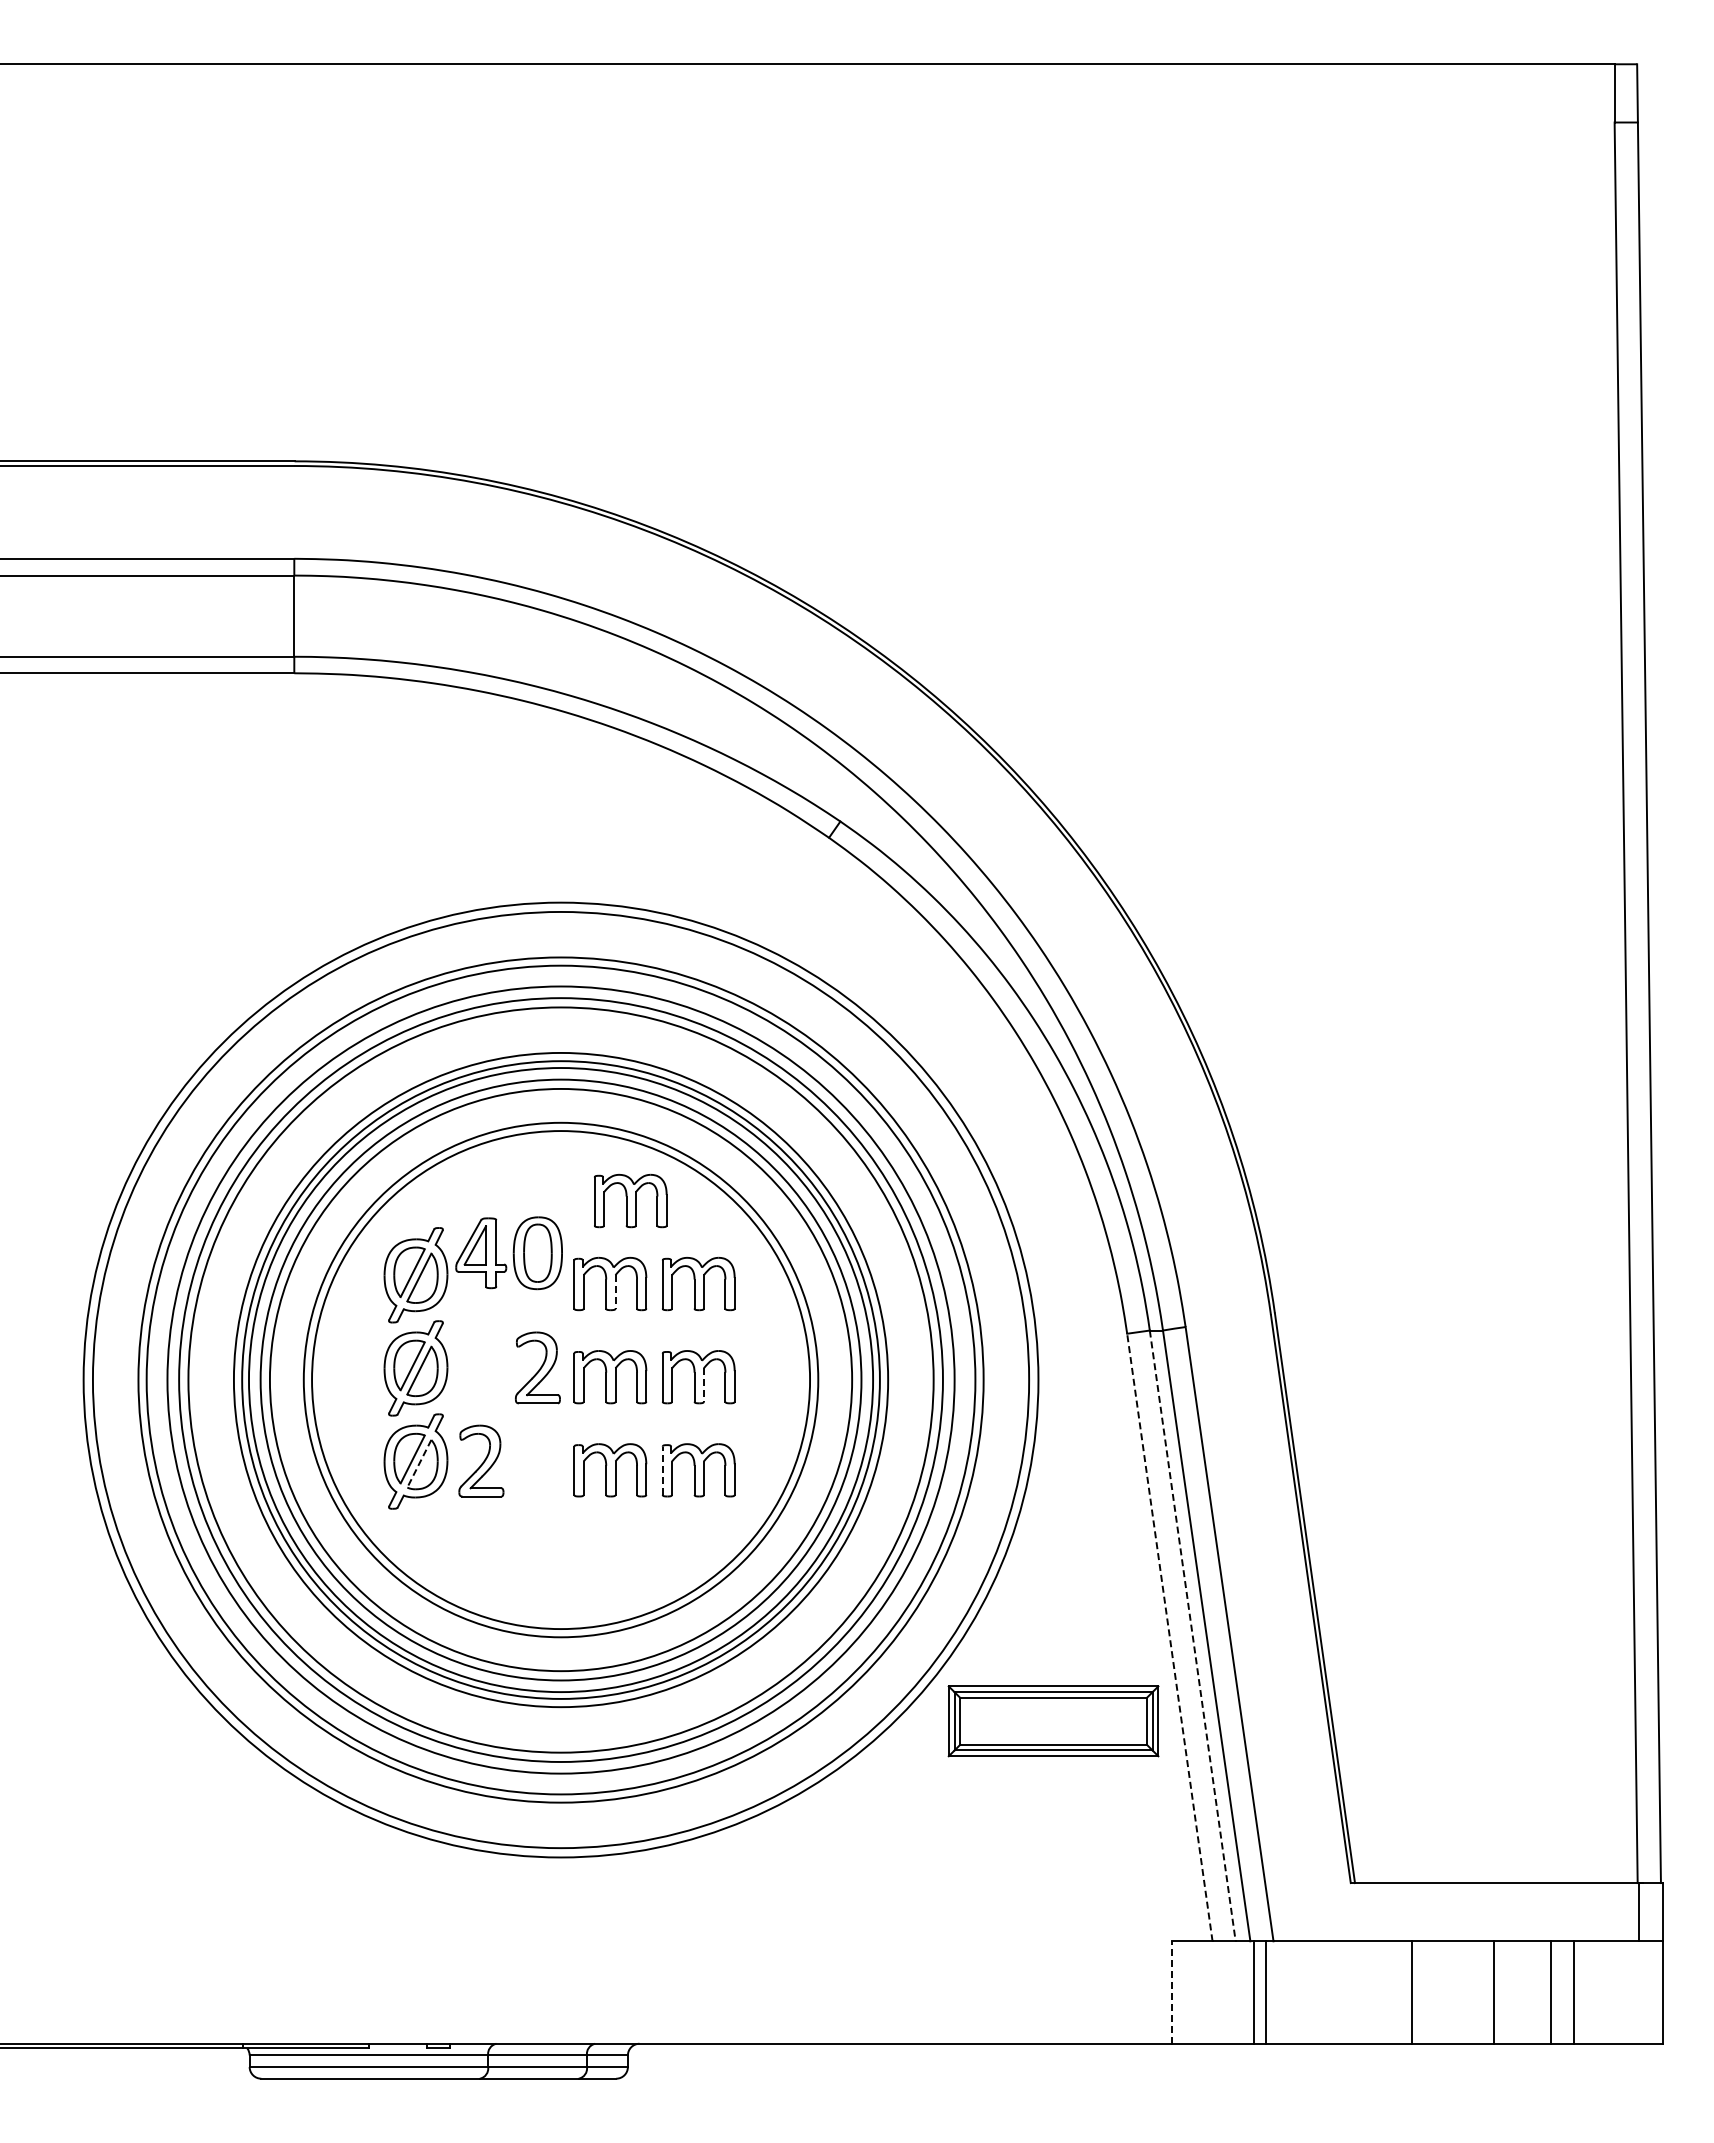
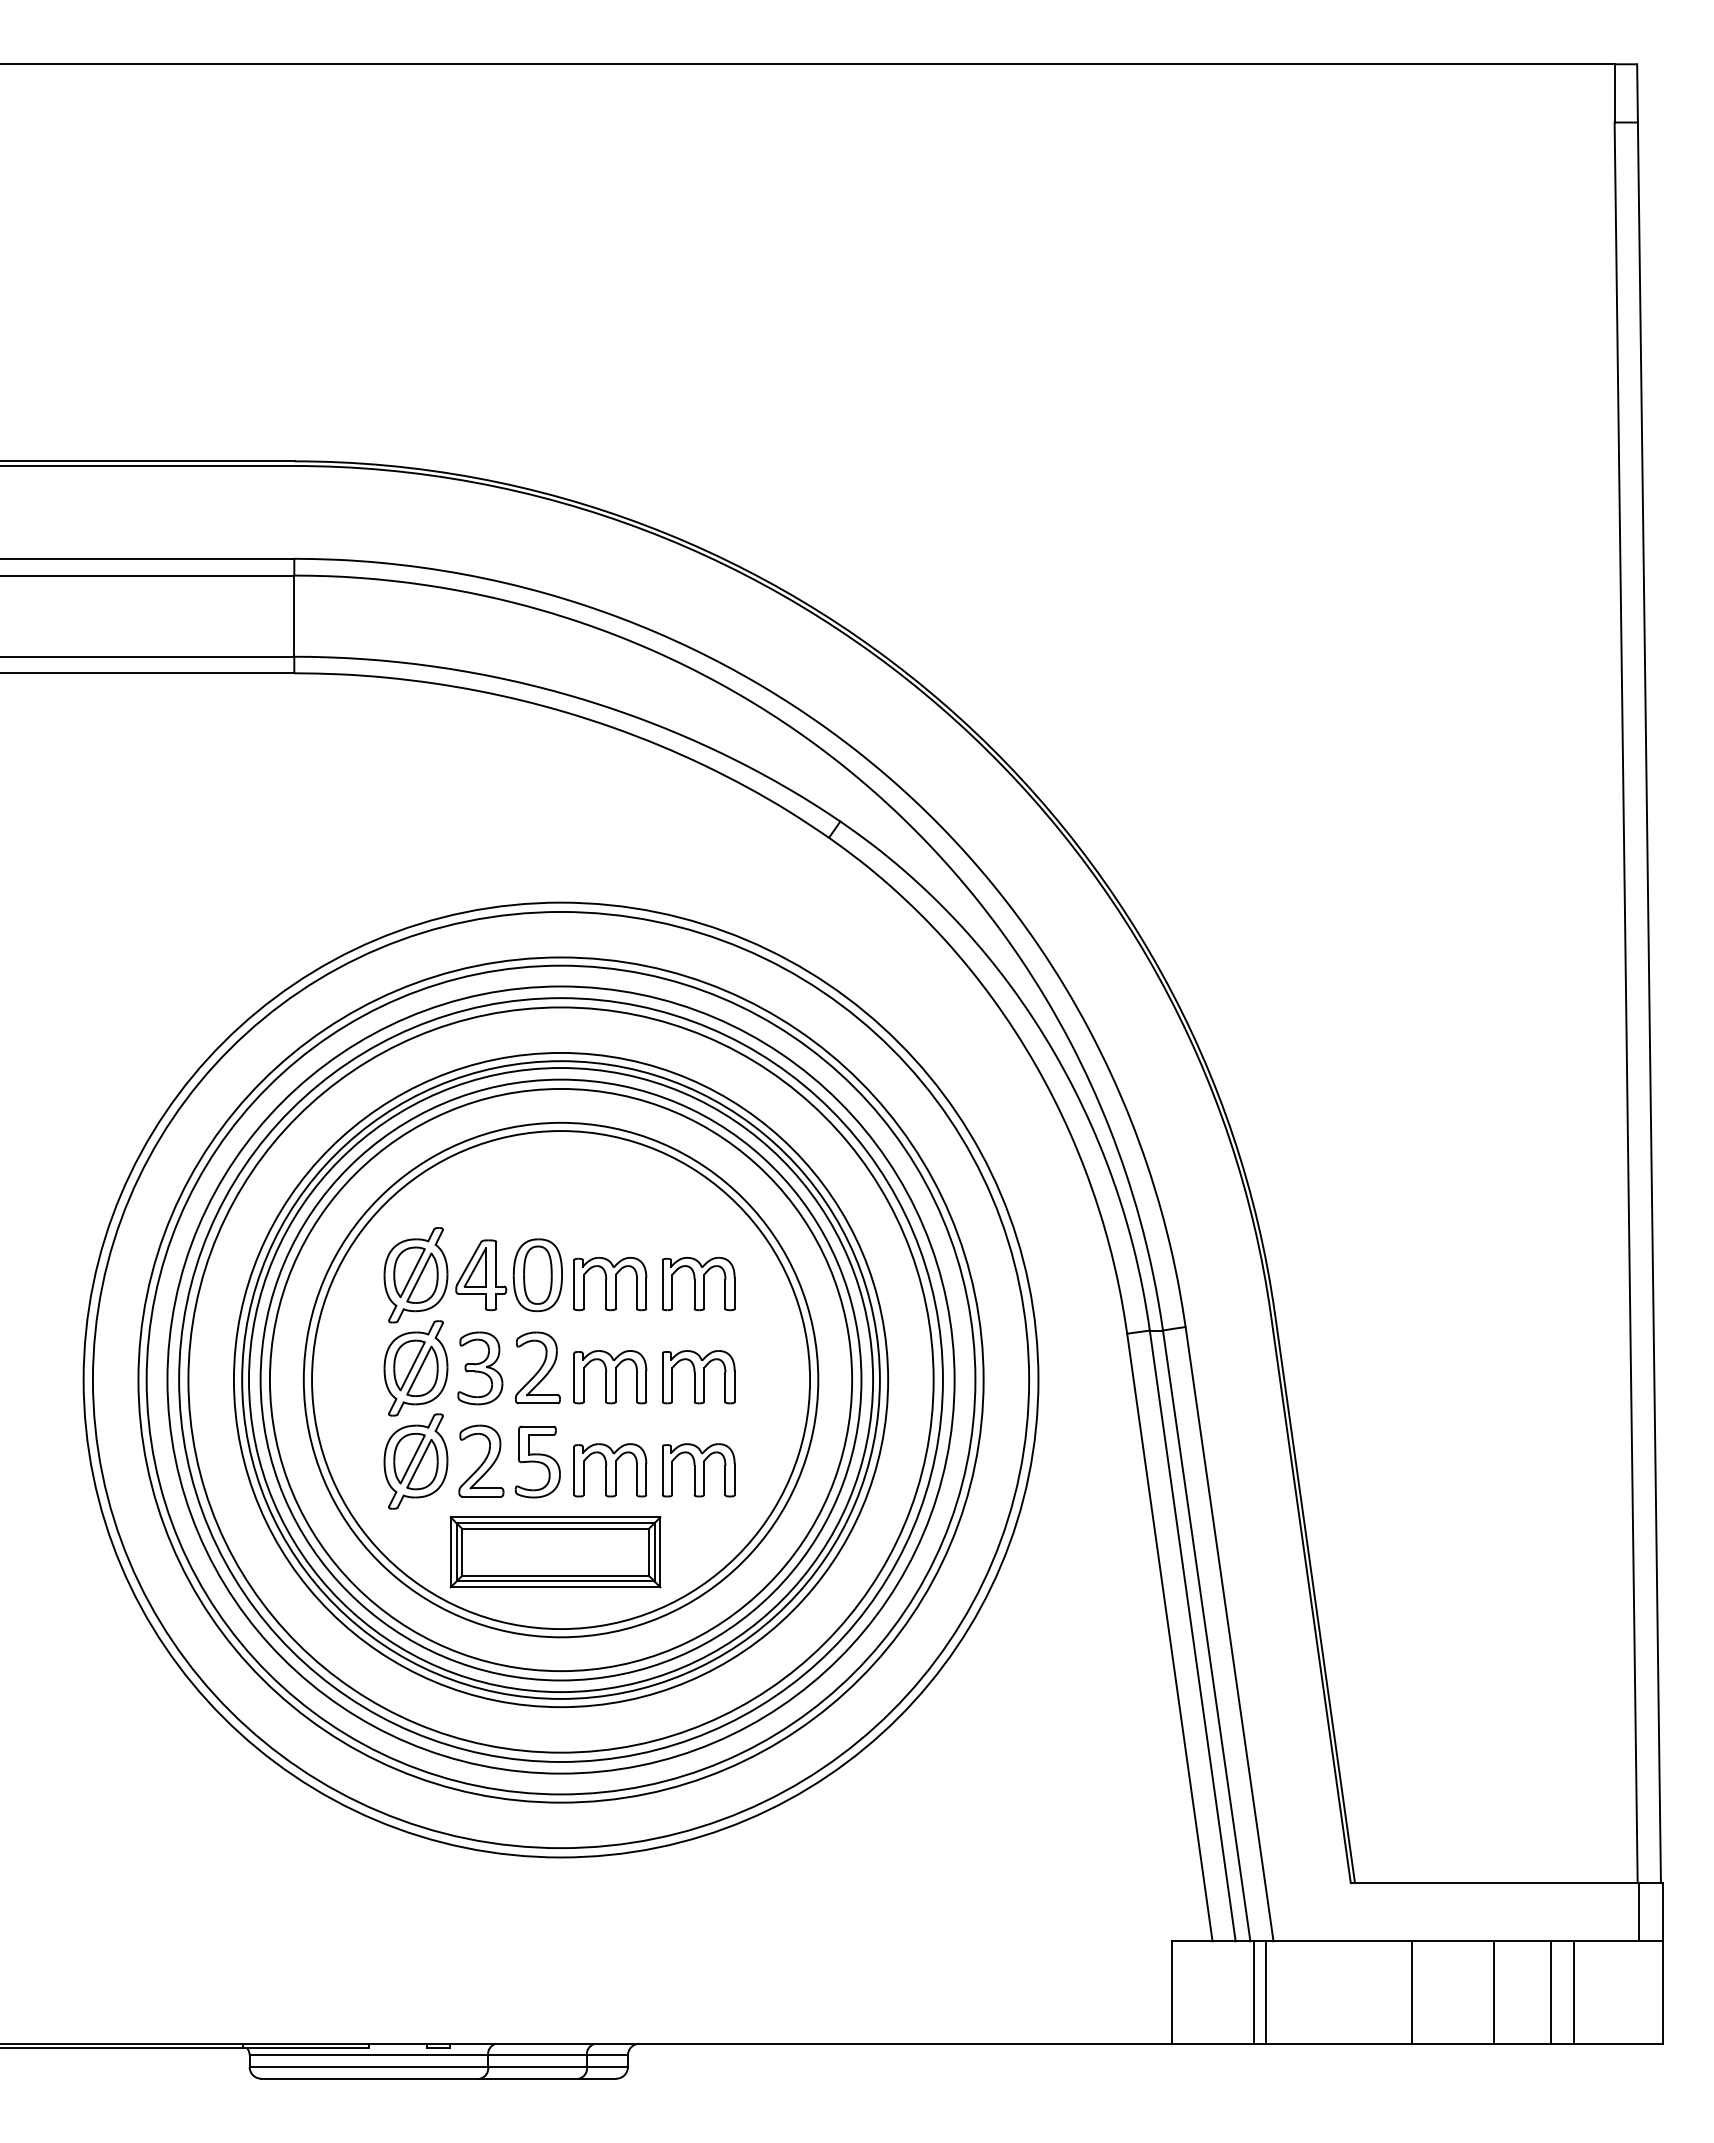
part at (630, 1200): present -> none
part at (508, 1253) position: (508, 1253) -> (508, 1275)
line at (615, 1291): dashed -> solid
part at (480, 1368): none -> present
line at (703, 1385): dashed -> solid
part at (537, 1461): none -> present
line at (419, 1463): dashed -> solid
line at (662, 1470): dashed -> solid
line at (1192, 1636): dashed -> solid
line at (1169, 1637): dashed -> solid
part at (1053, 1721) position: (1053, 1721) -> (555, 1552)
line at (1172, 1992): dashed -> solid
